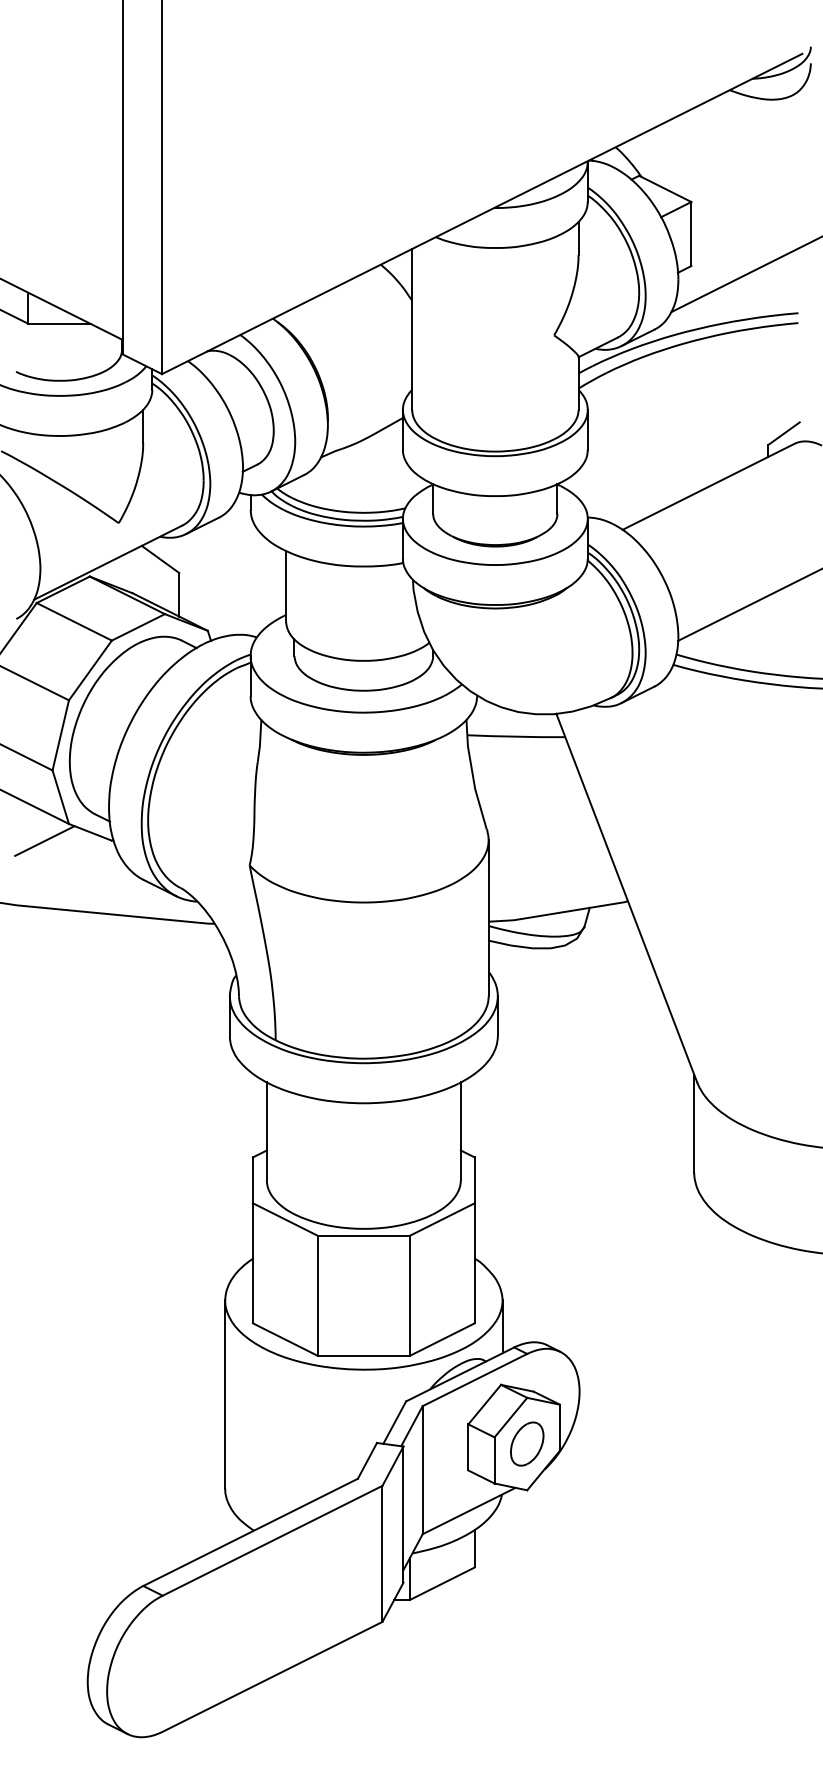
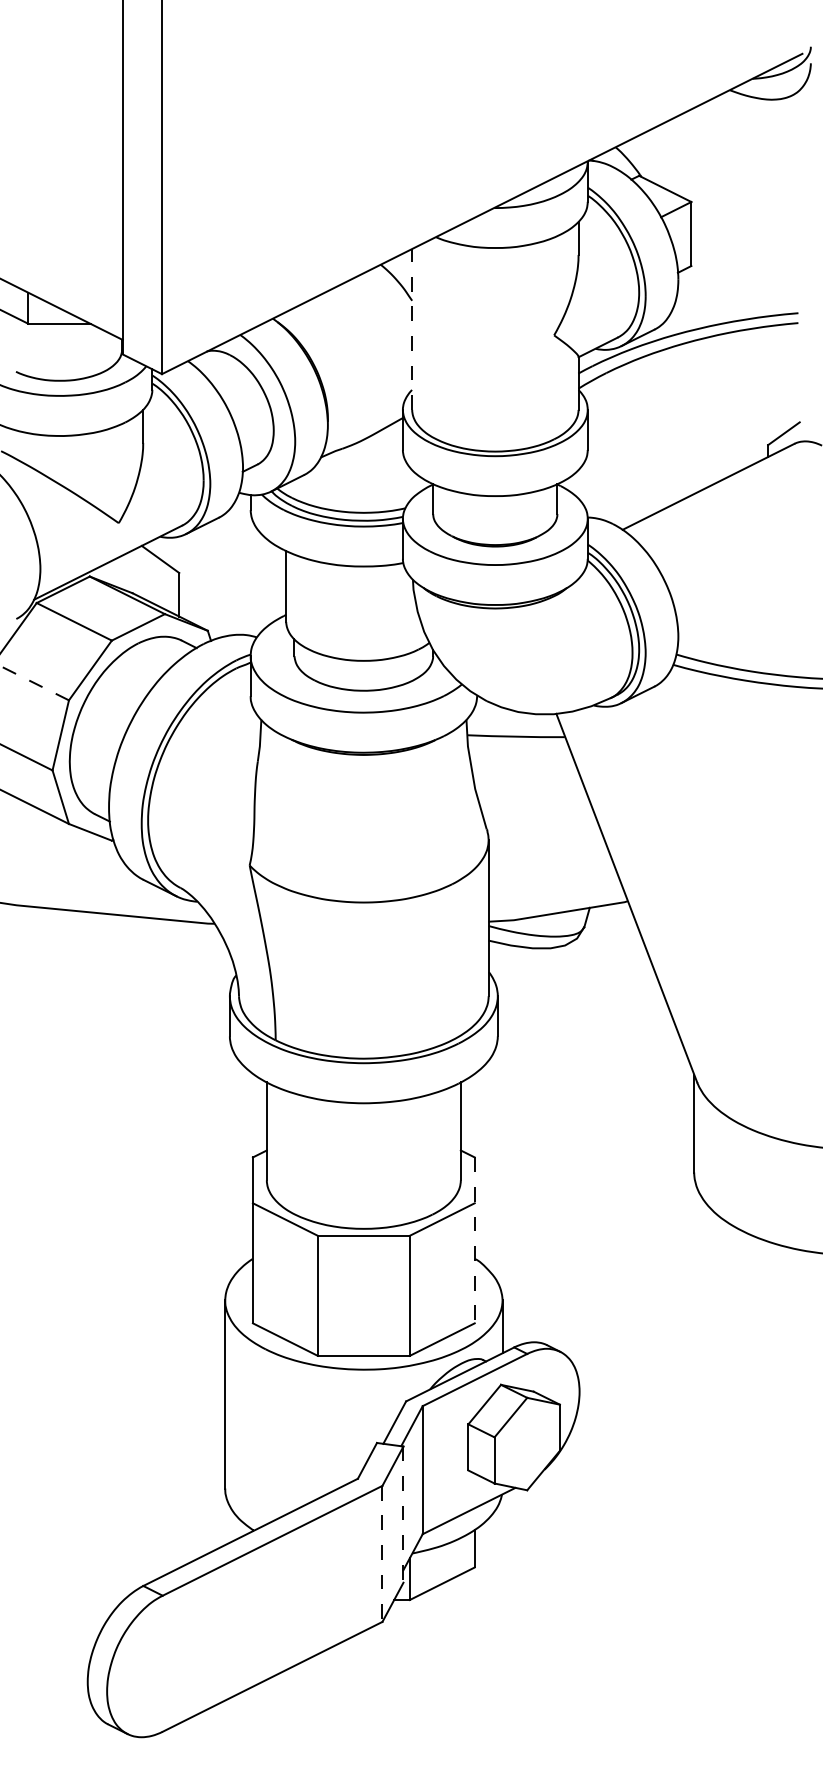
line at (745, 274): present -> none
line at (412, 328): solid -> dashed
line at (748, 605): present -> none
line at (34, 683): solid -> dashed
line at (44, 840): present -> none
line at (474, 1240): solid -> dashed
part at (527, 1443): present -> none
line at (403, 1515): solid -> dashed
line at (382, 1554): solid -> dashed
